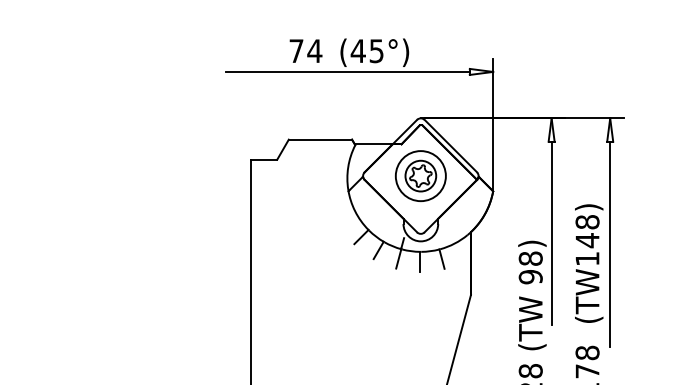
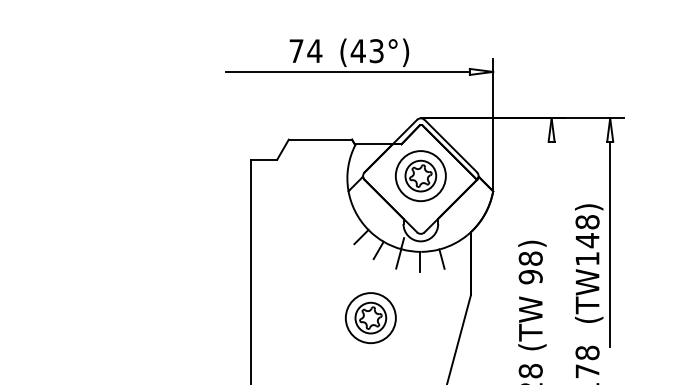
text at (376, 50): (45°) -> (43°)
line at (551, 232): present -> none
part at (370, 318): none -> present
